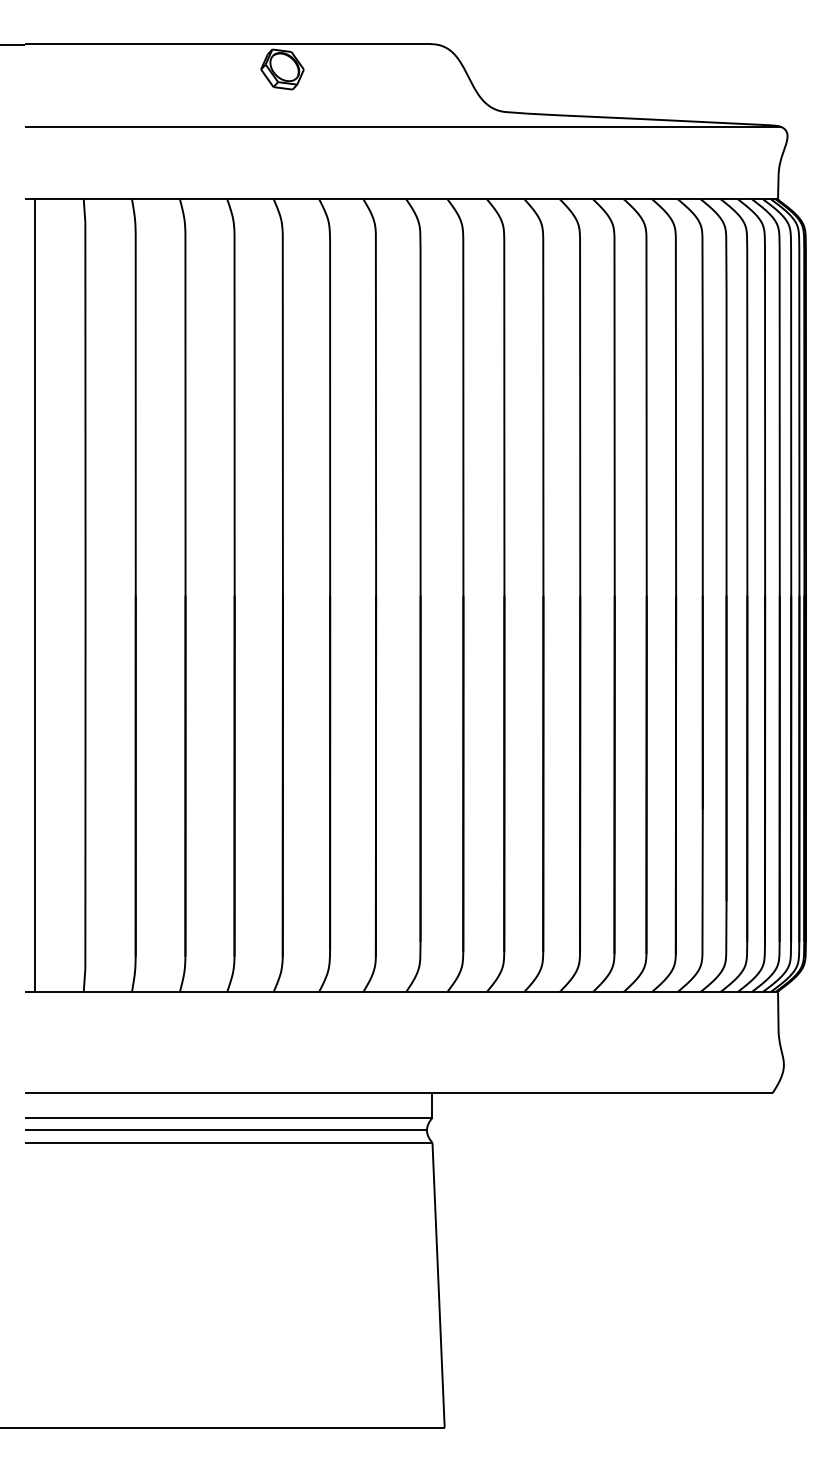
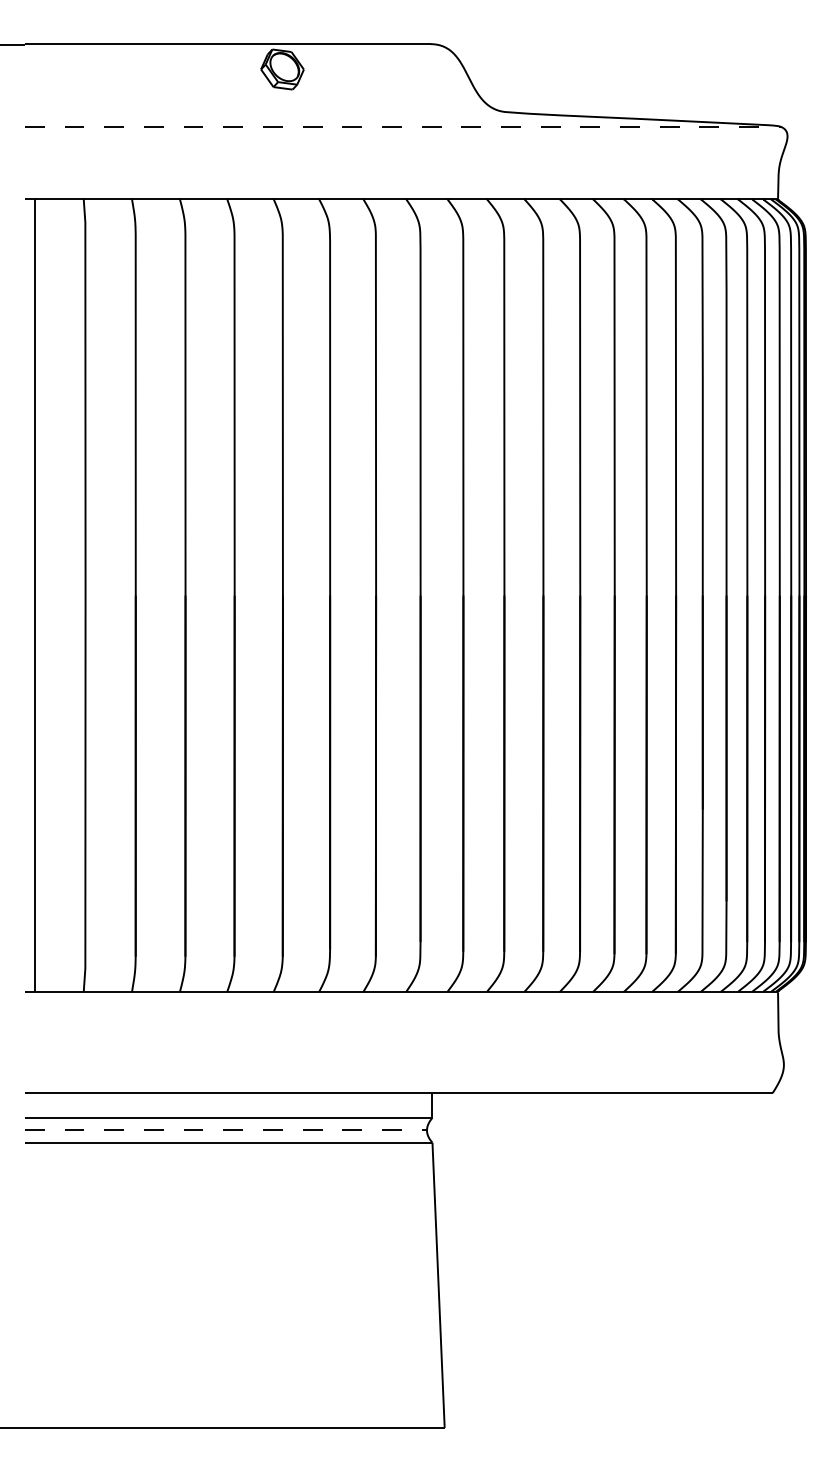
line at (403, 127): solid -> dashed
line at (226, 1130): solid -> dashed
